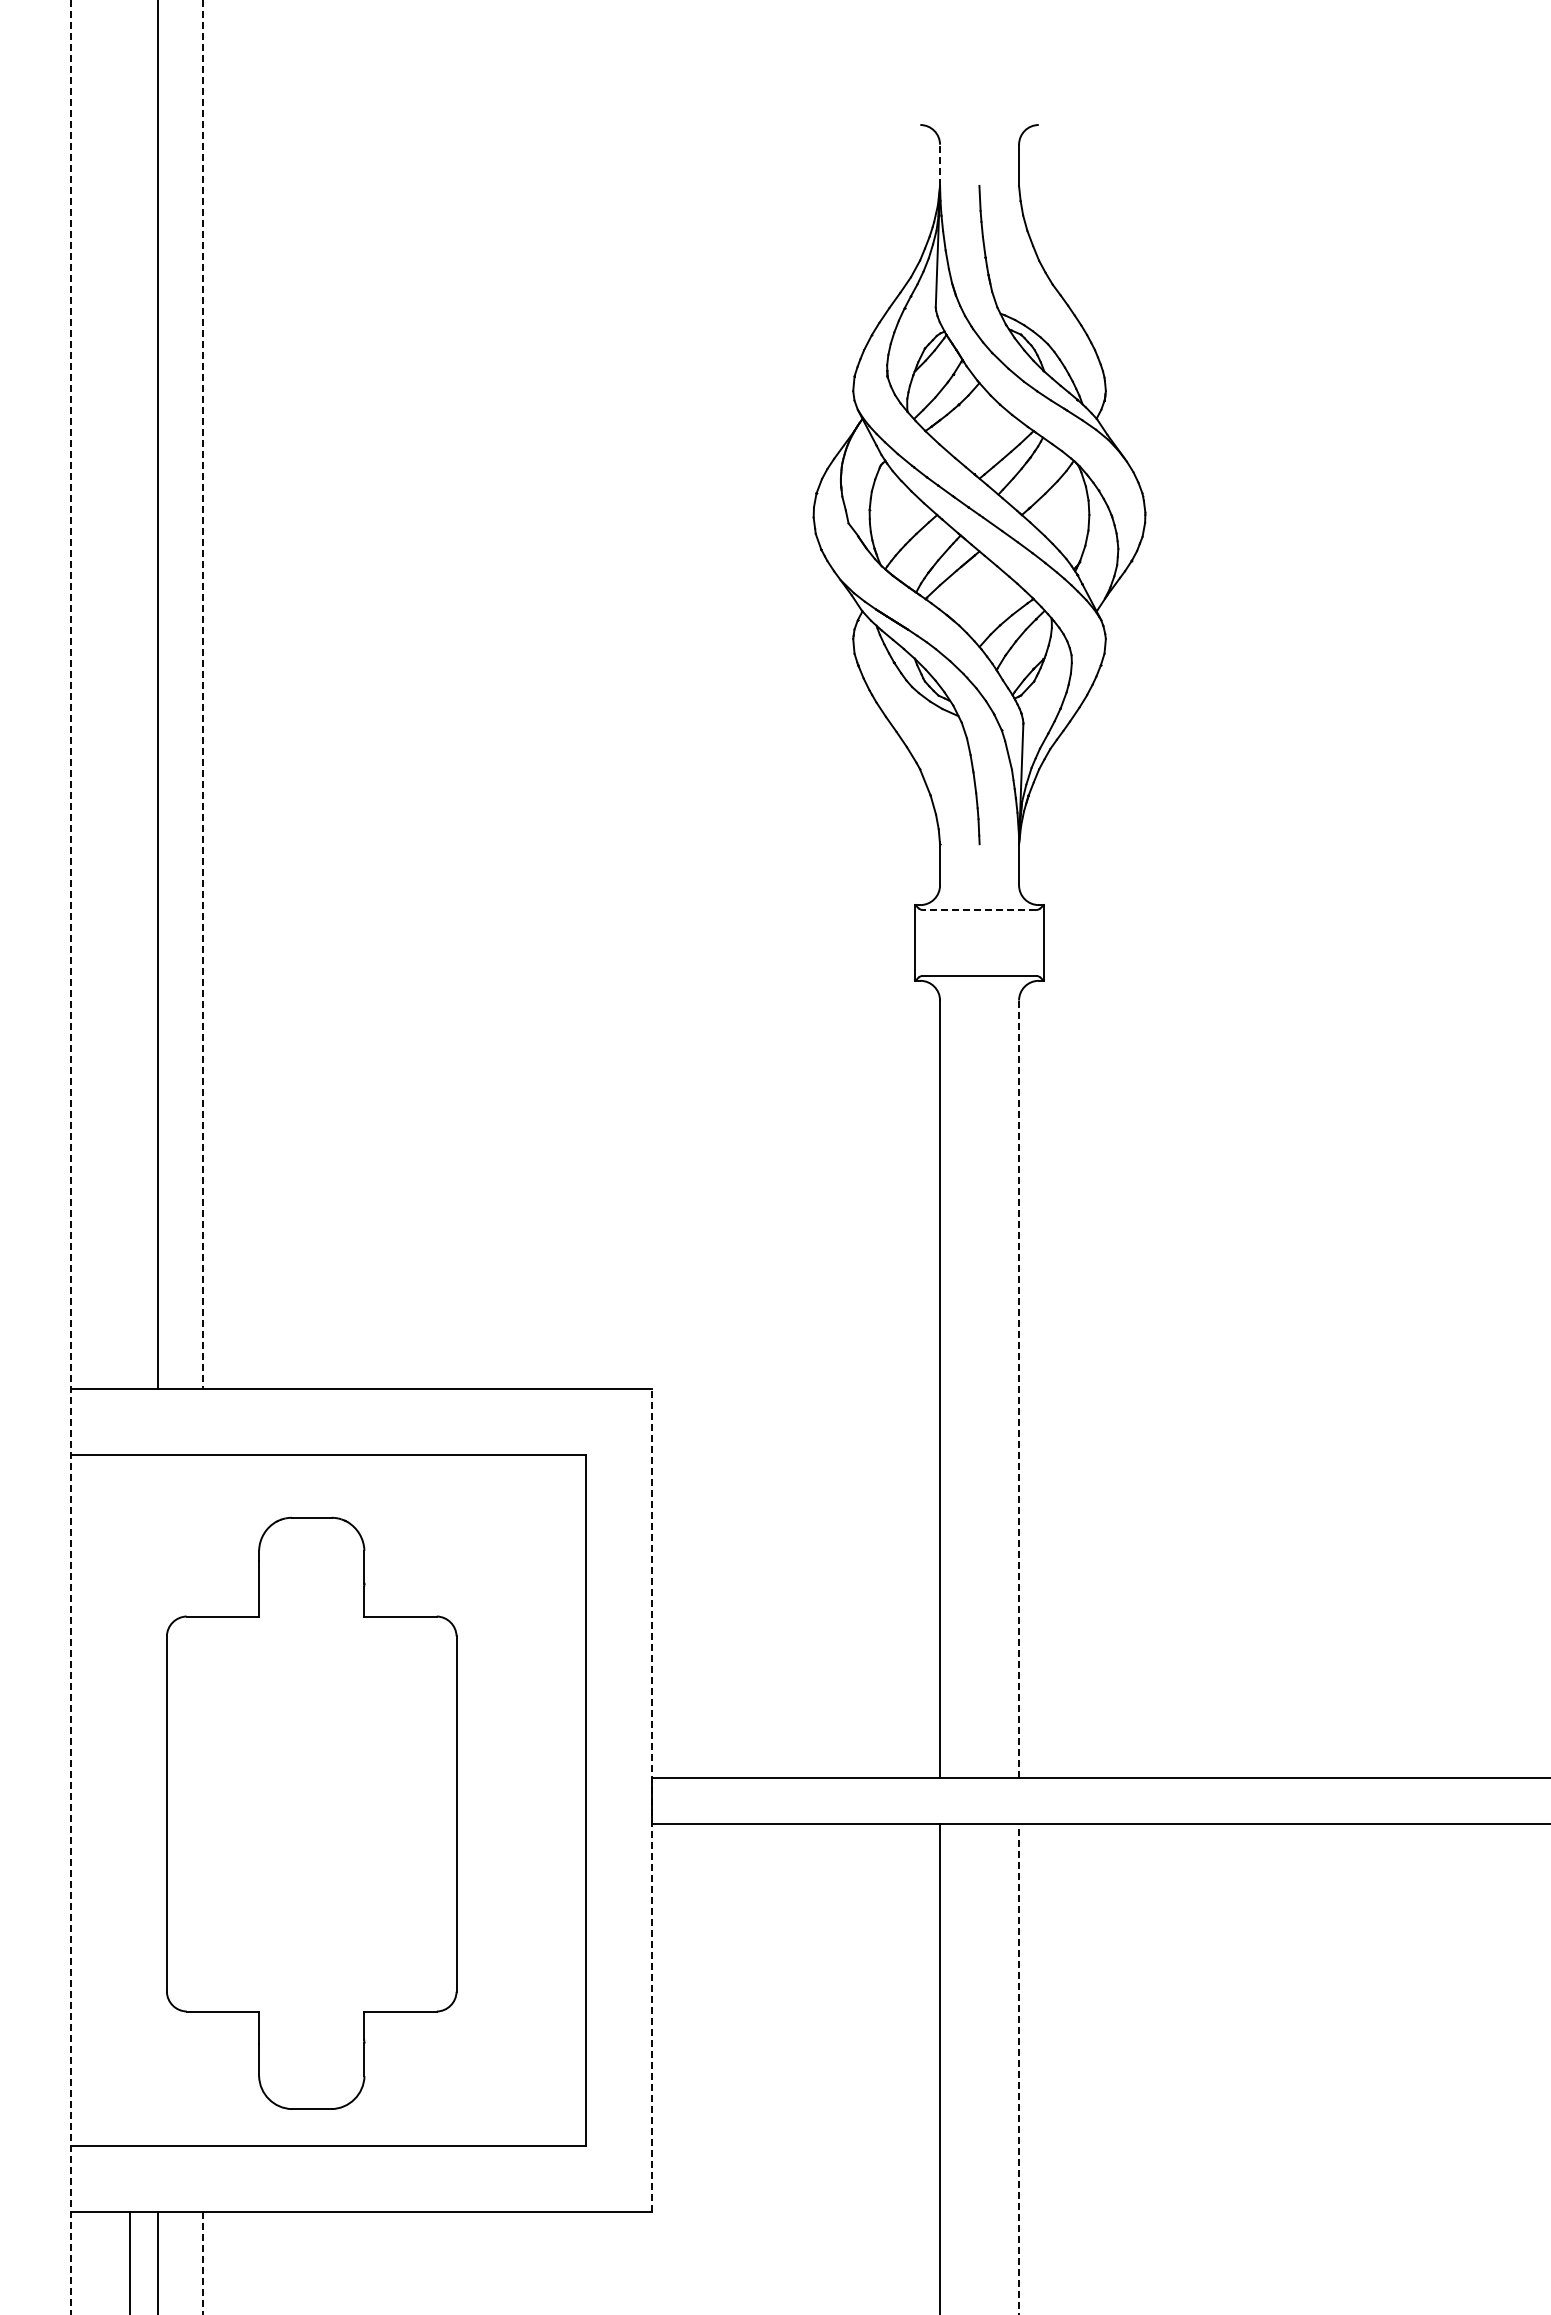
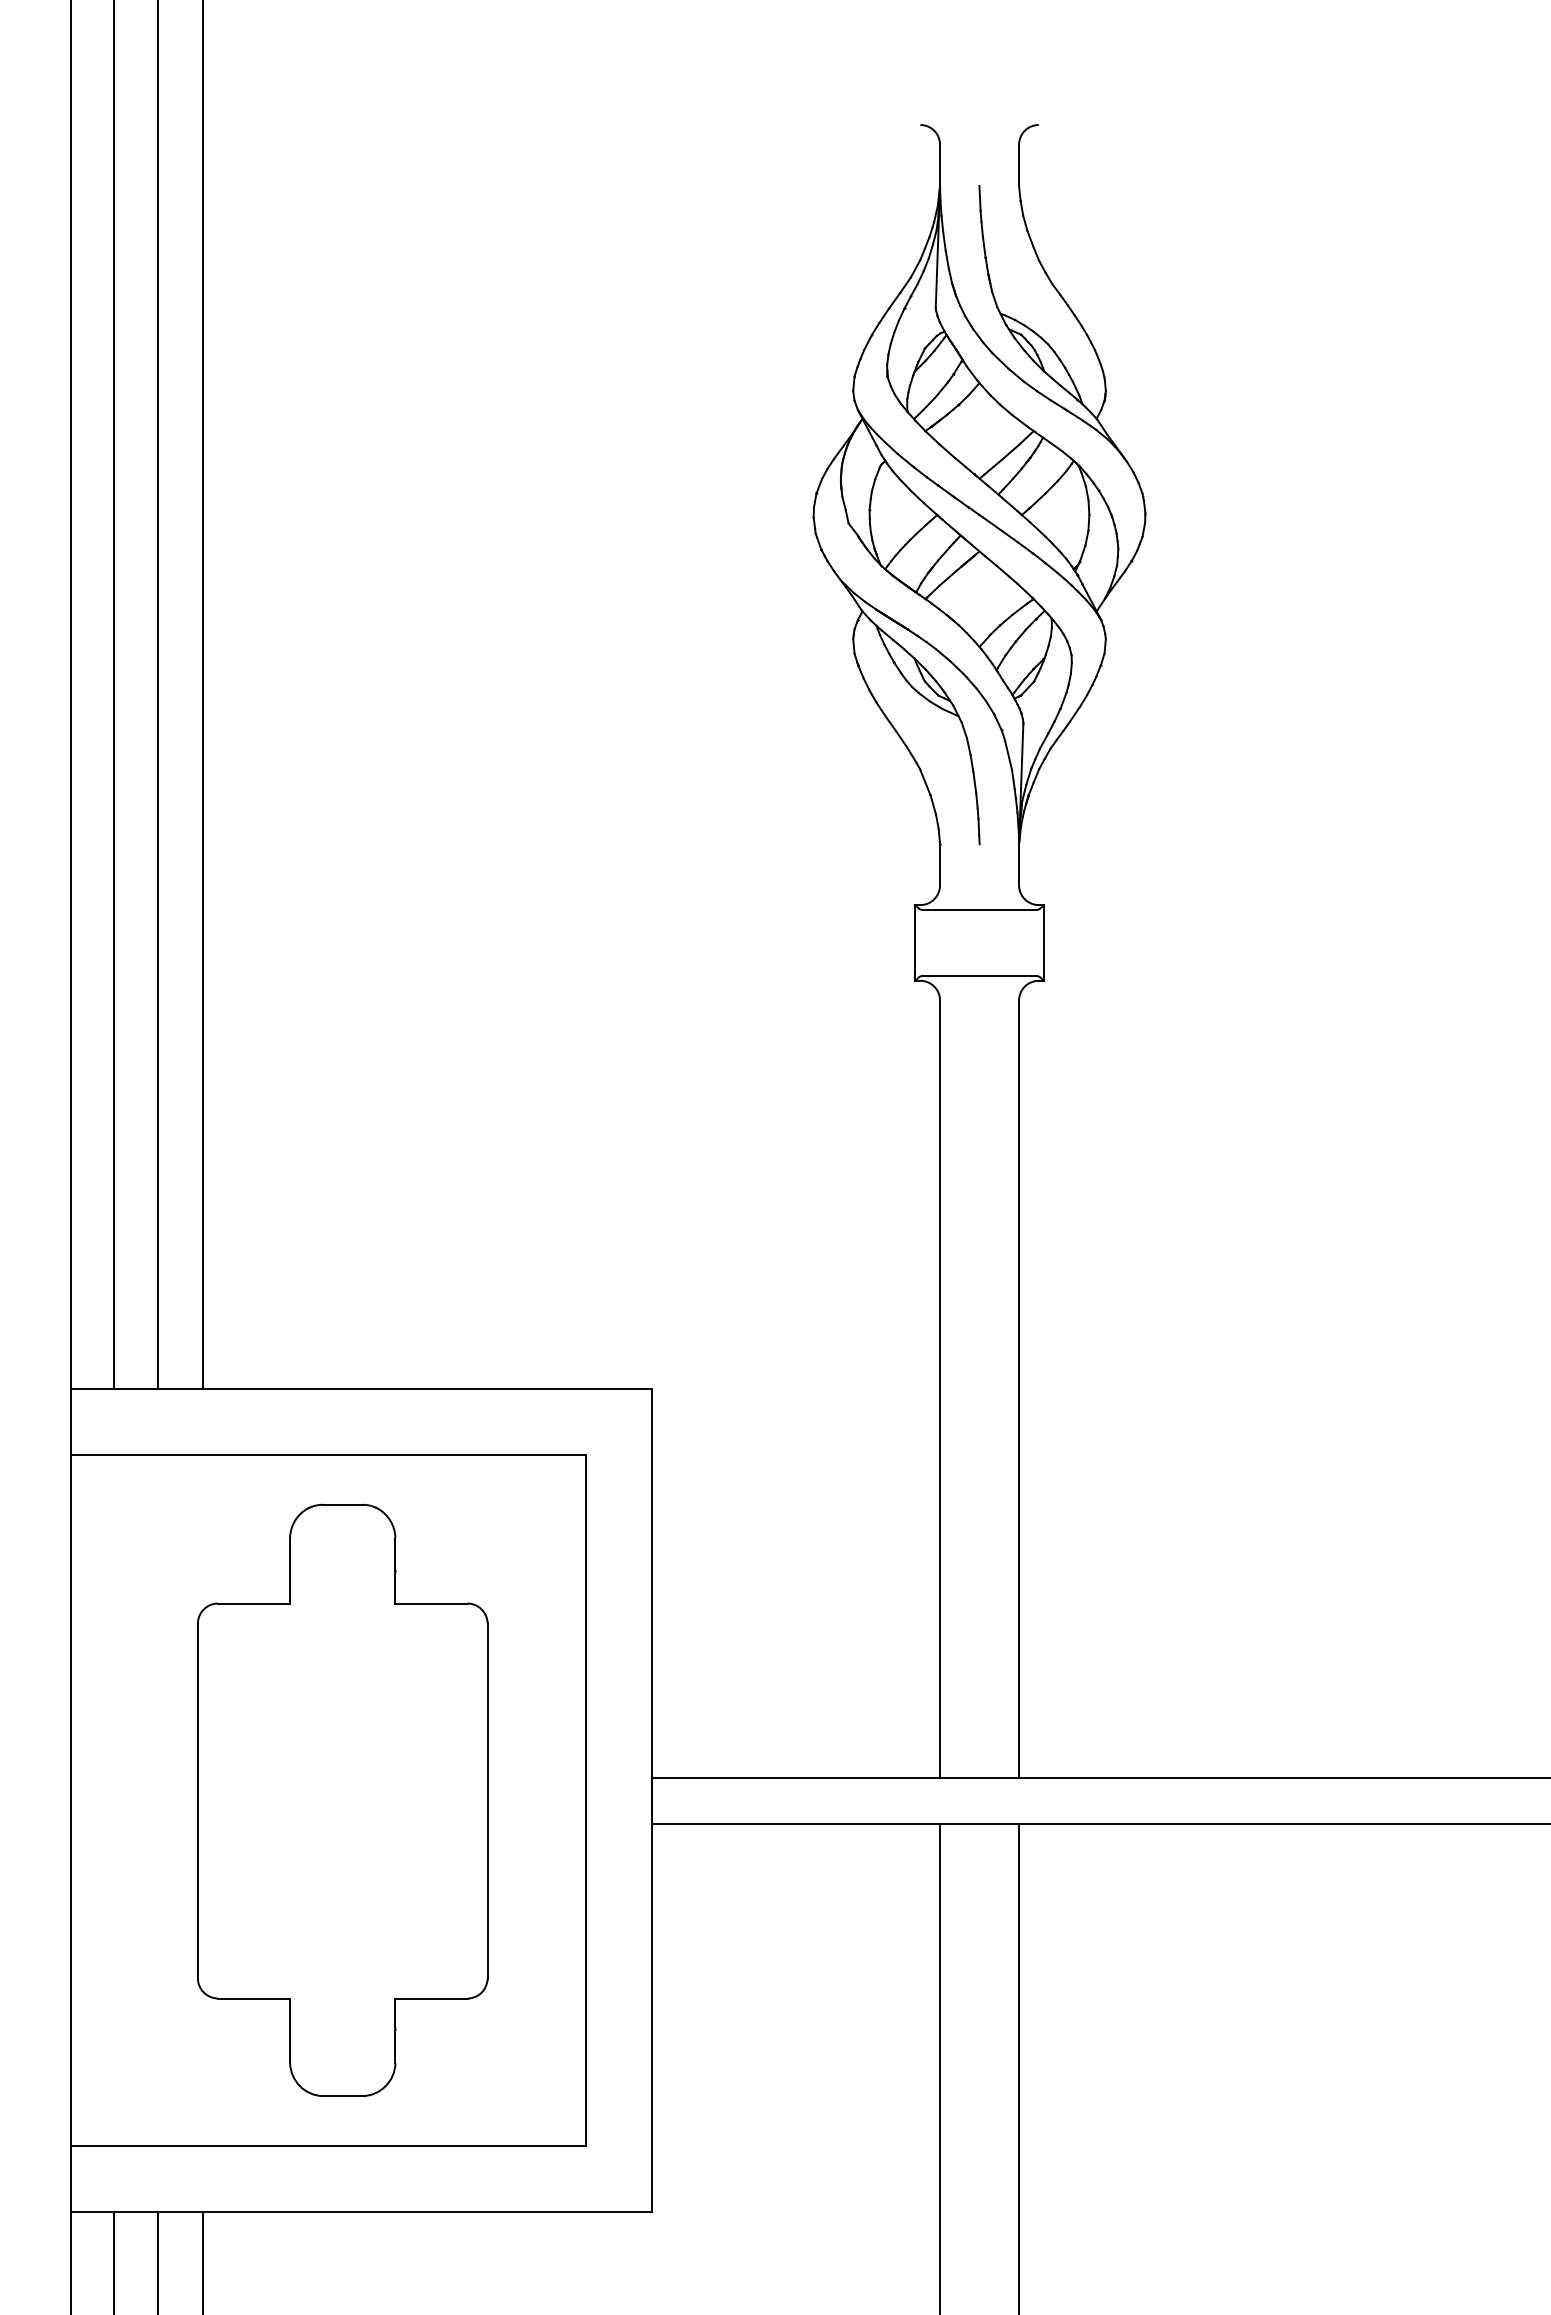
line at (940, 165): dashed -> solid
line at (114, 695): none -> present
line at (202, 695): dashed -> solid
line at (979, 910): dashed -> solid
line at (71, 1157): dashed -> solid
line at (1019, 1388): dashed -> solid
line at (651, 1799): dashed -> solid
part at (311, 1812) position: (311, 1812) -> (342, 1799)
line at (1019, 2069): dashed -> solid
line at (130, 2261) position: (130, 2261) -> (114, 2261)
line at (202, 2263): dashed -> solid
